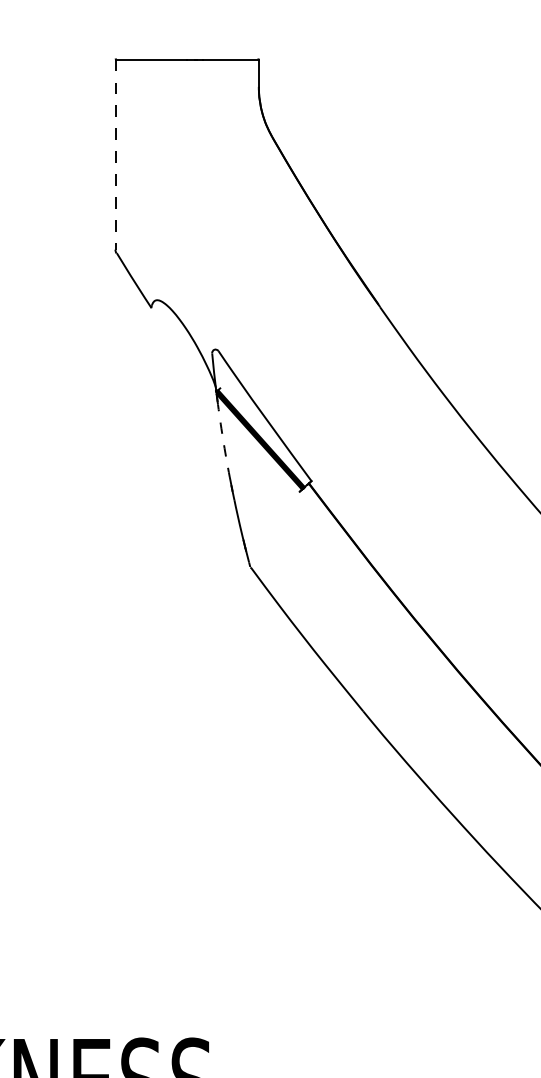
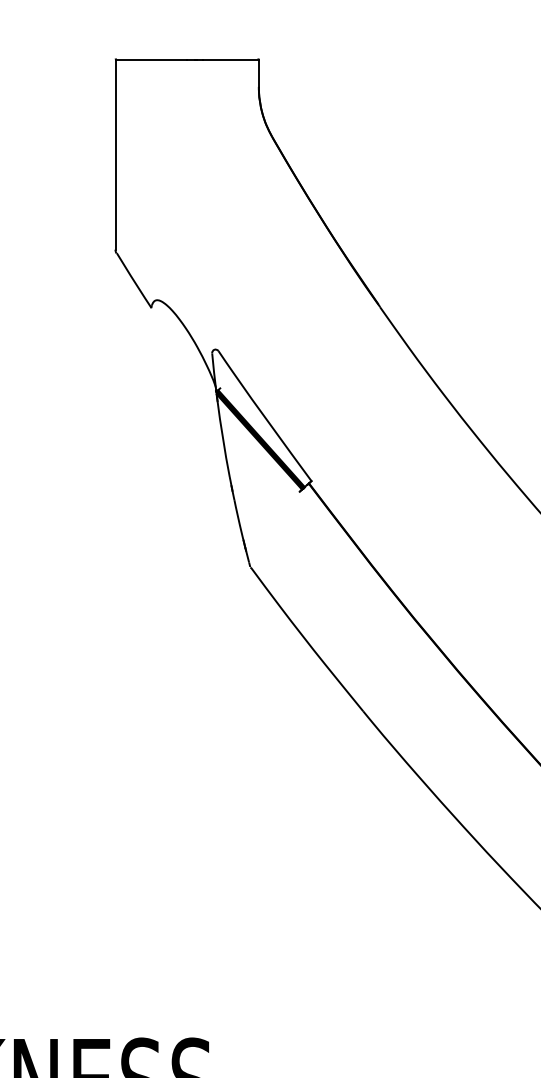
line at (115, 155): dashed -> solid
arc at (222, 438): dashed -> solid
